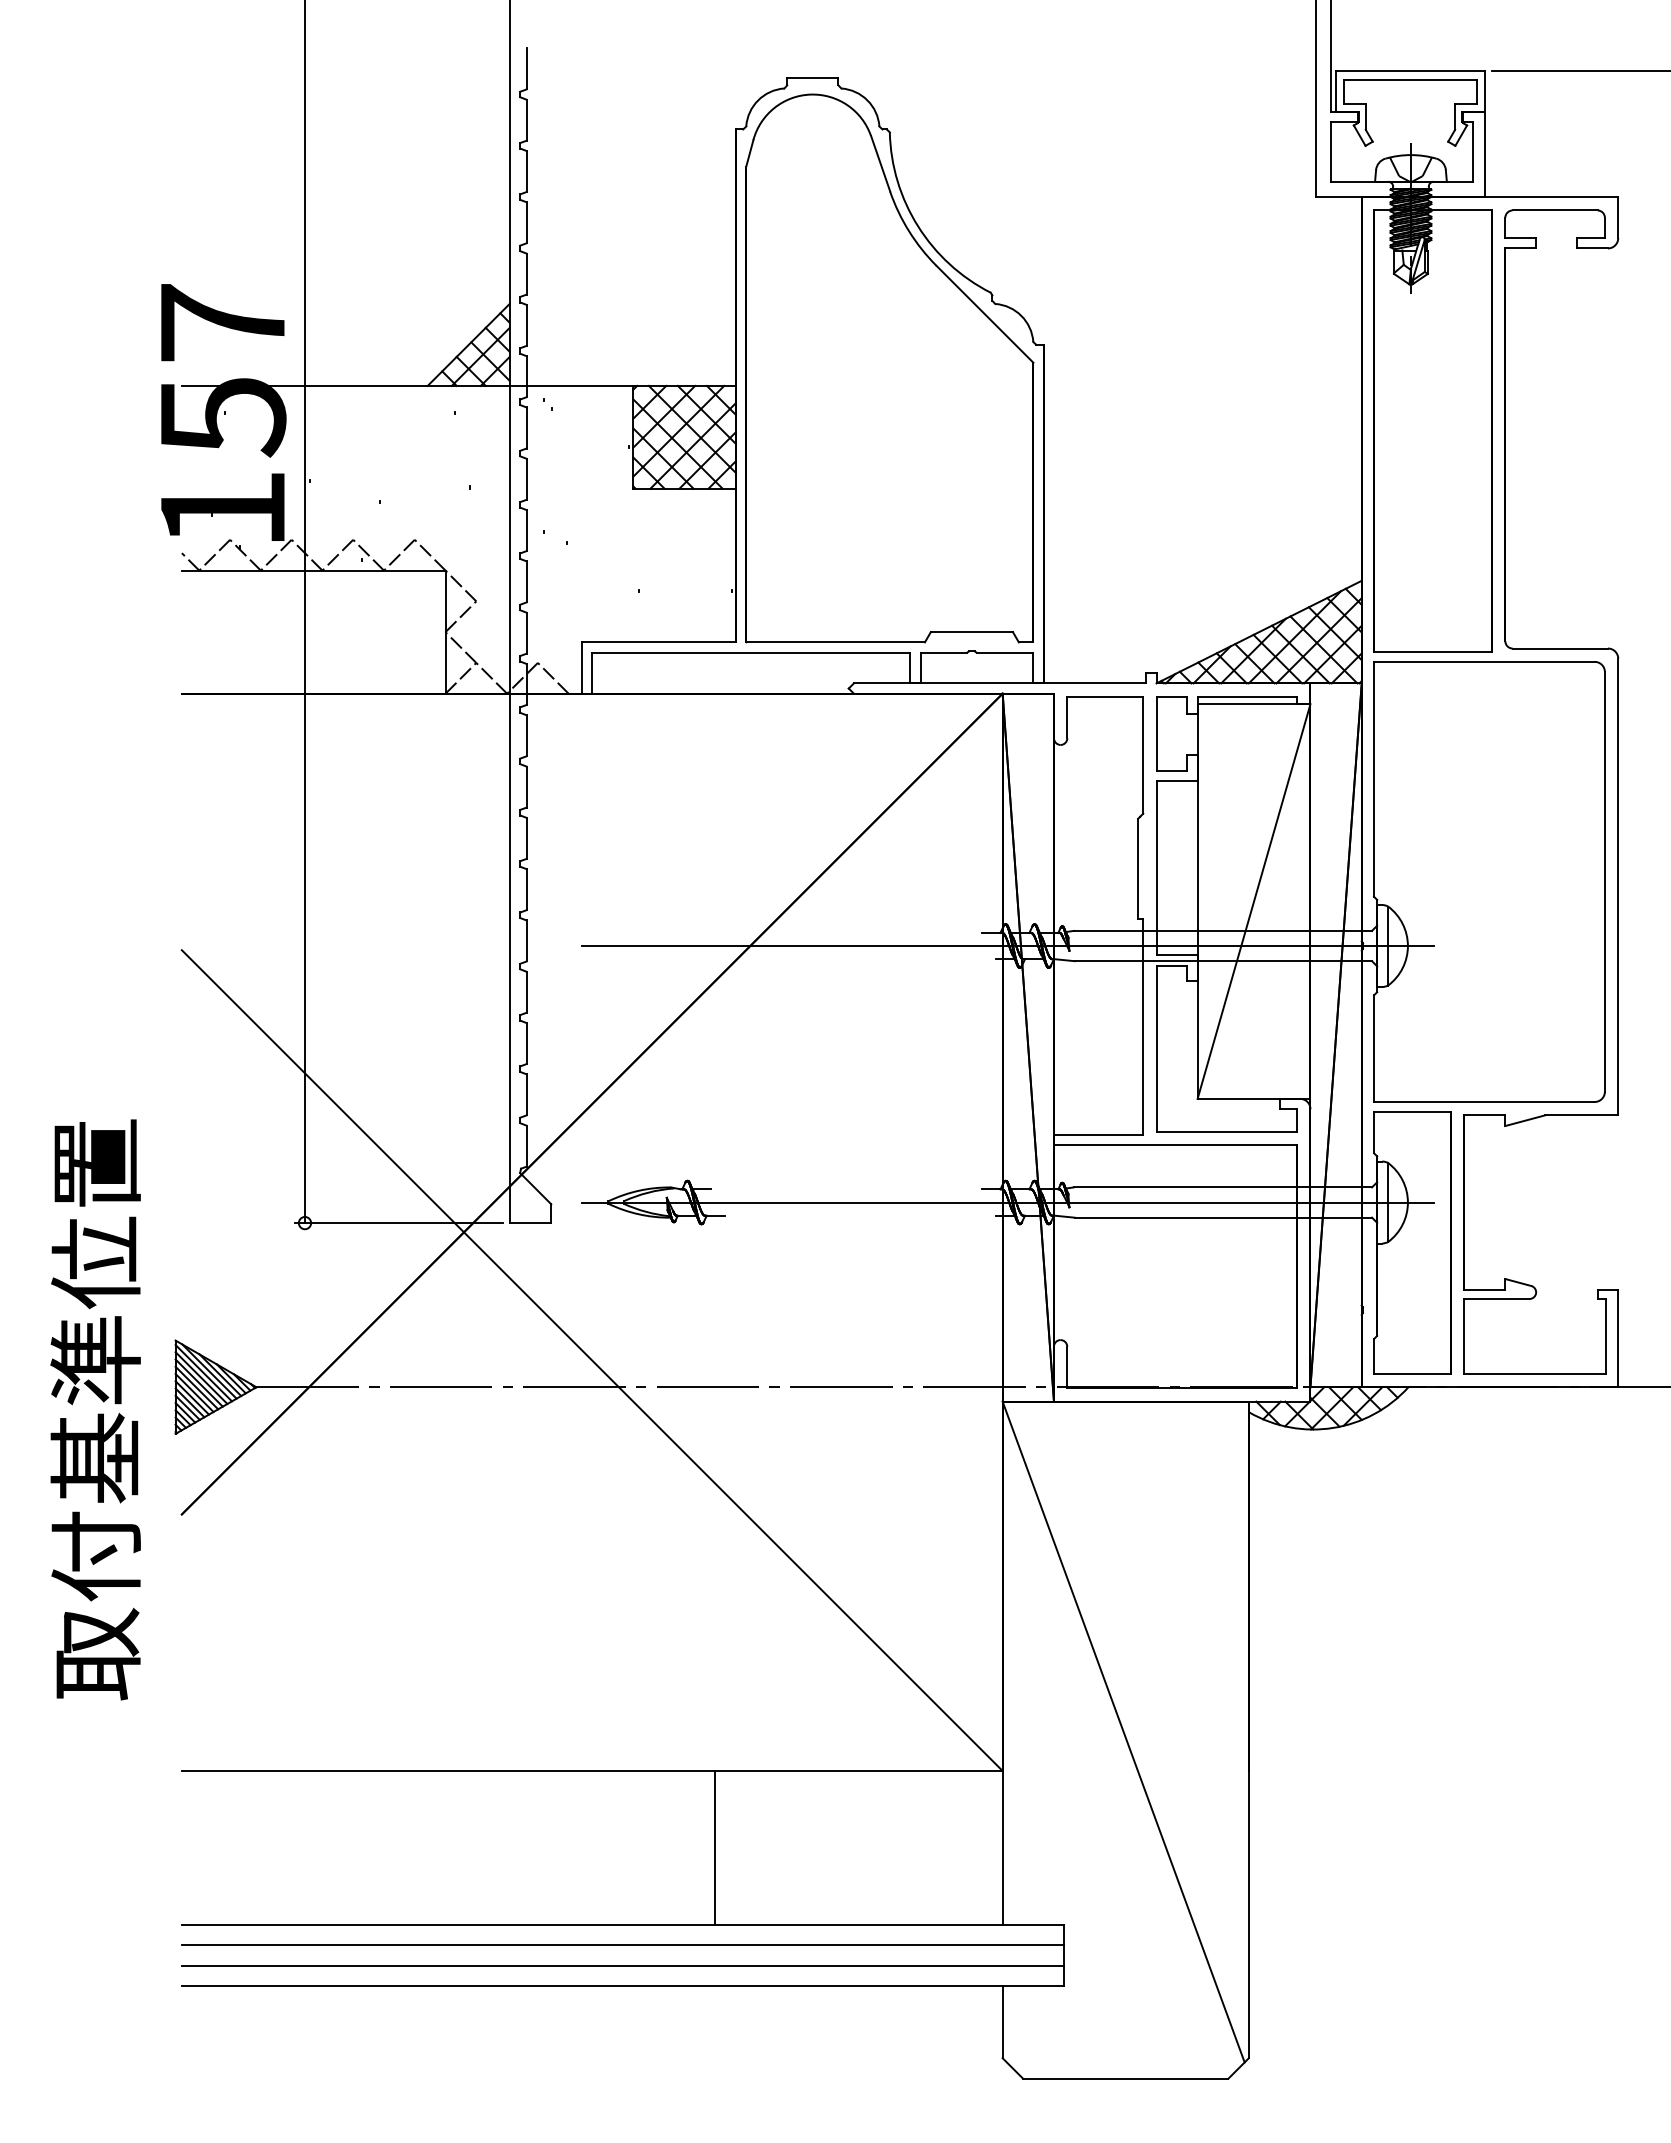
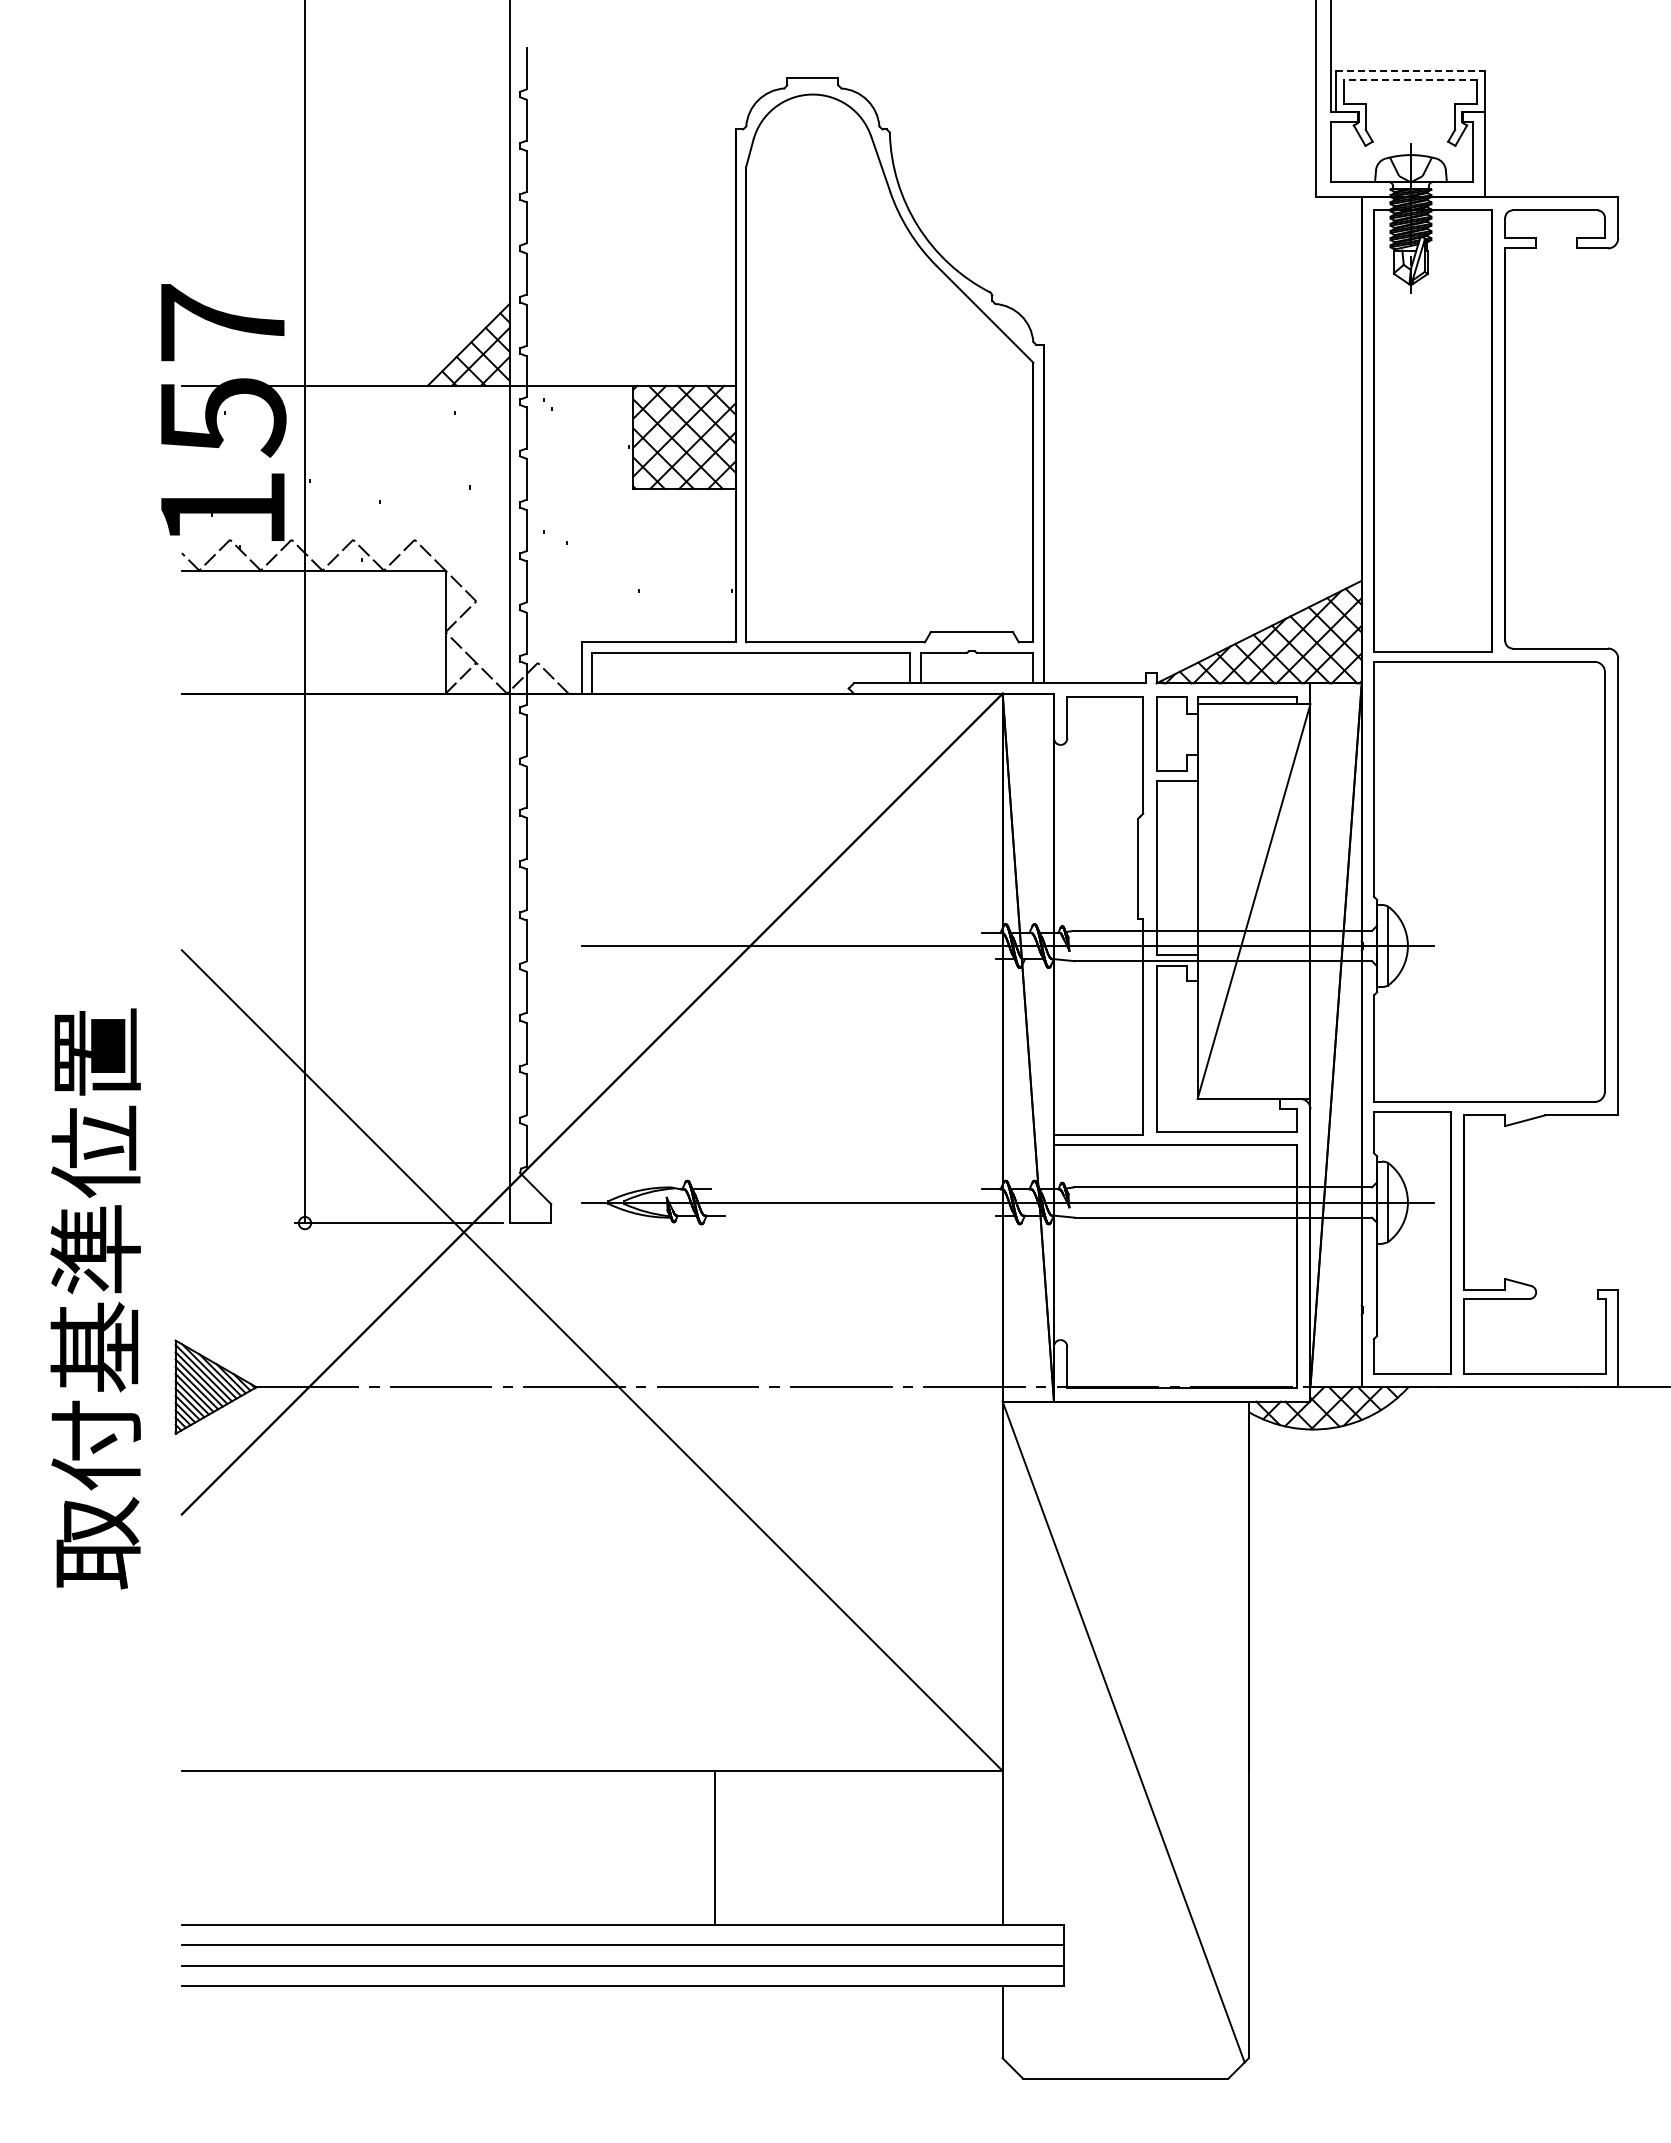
line at (1410, 70): solid -> dashed
line at (1579, 70): present -> none
line at (1409, 80): solid -> dashed
text at (95, 1409) position: (95, 1409) -> (95, 1298)
